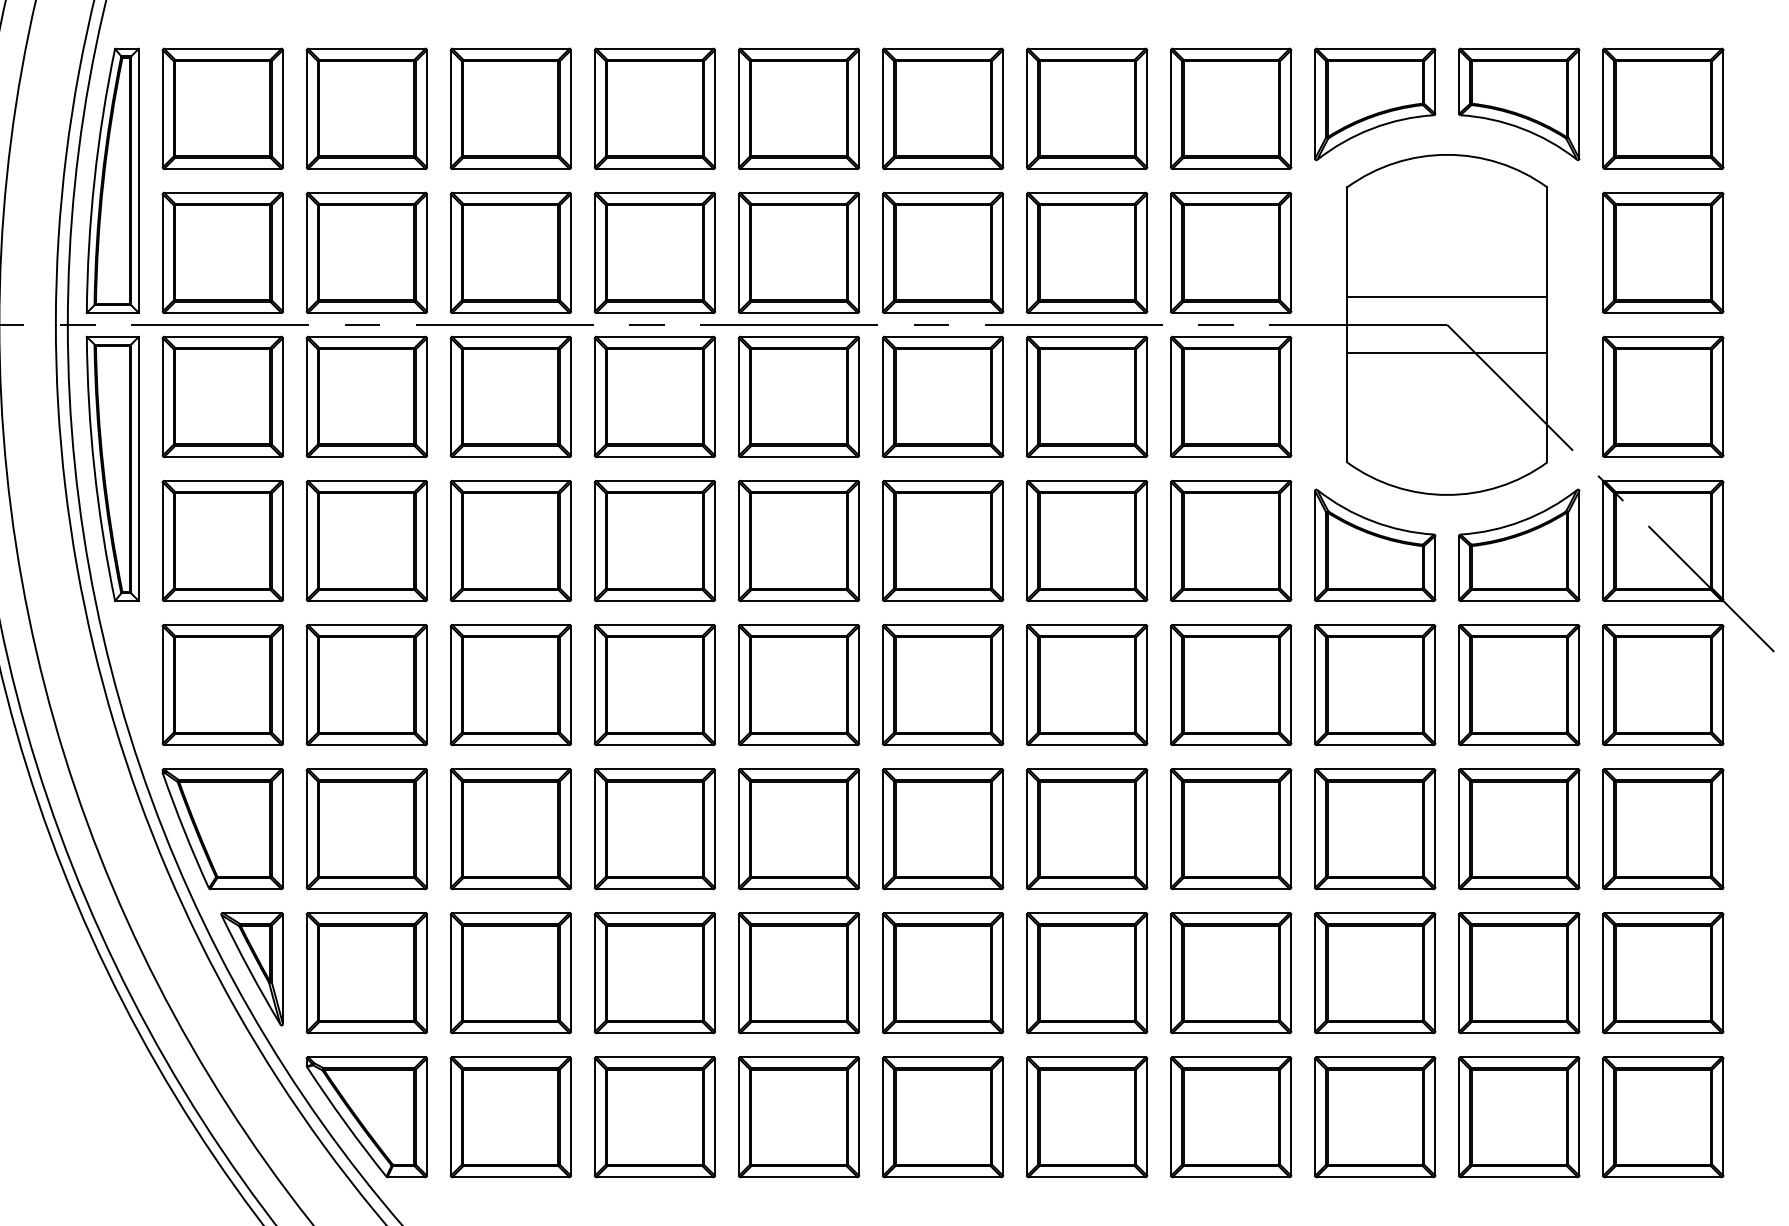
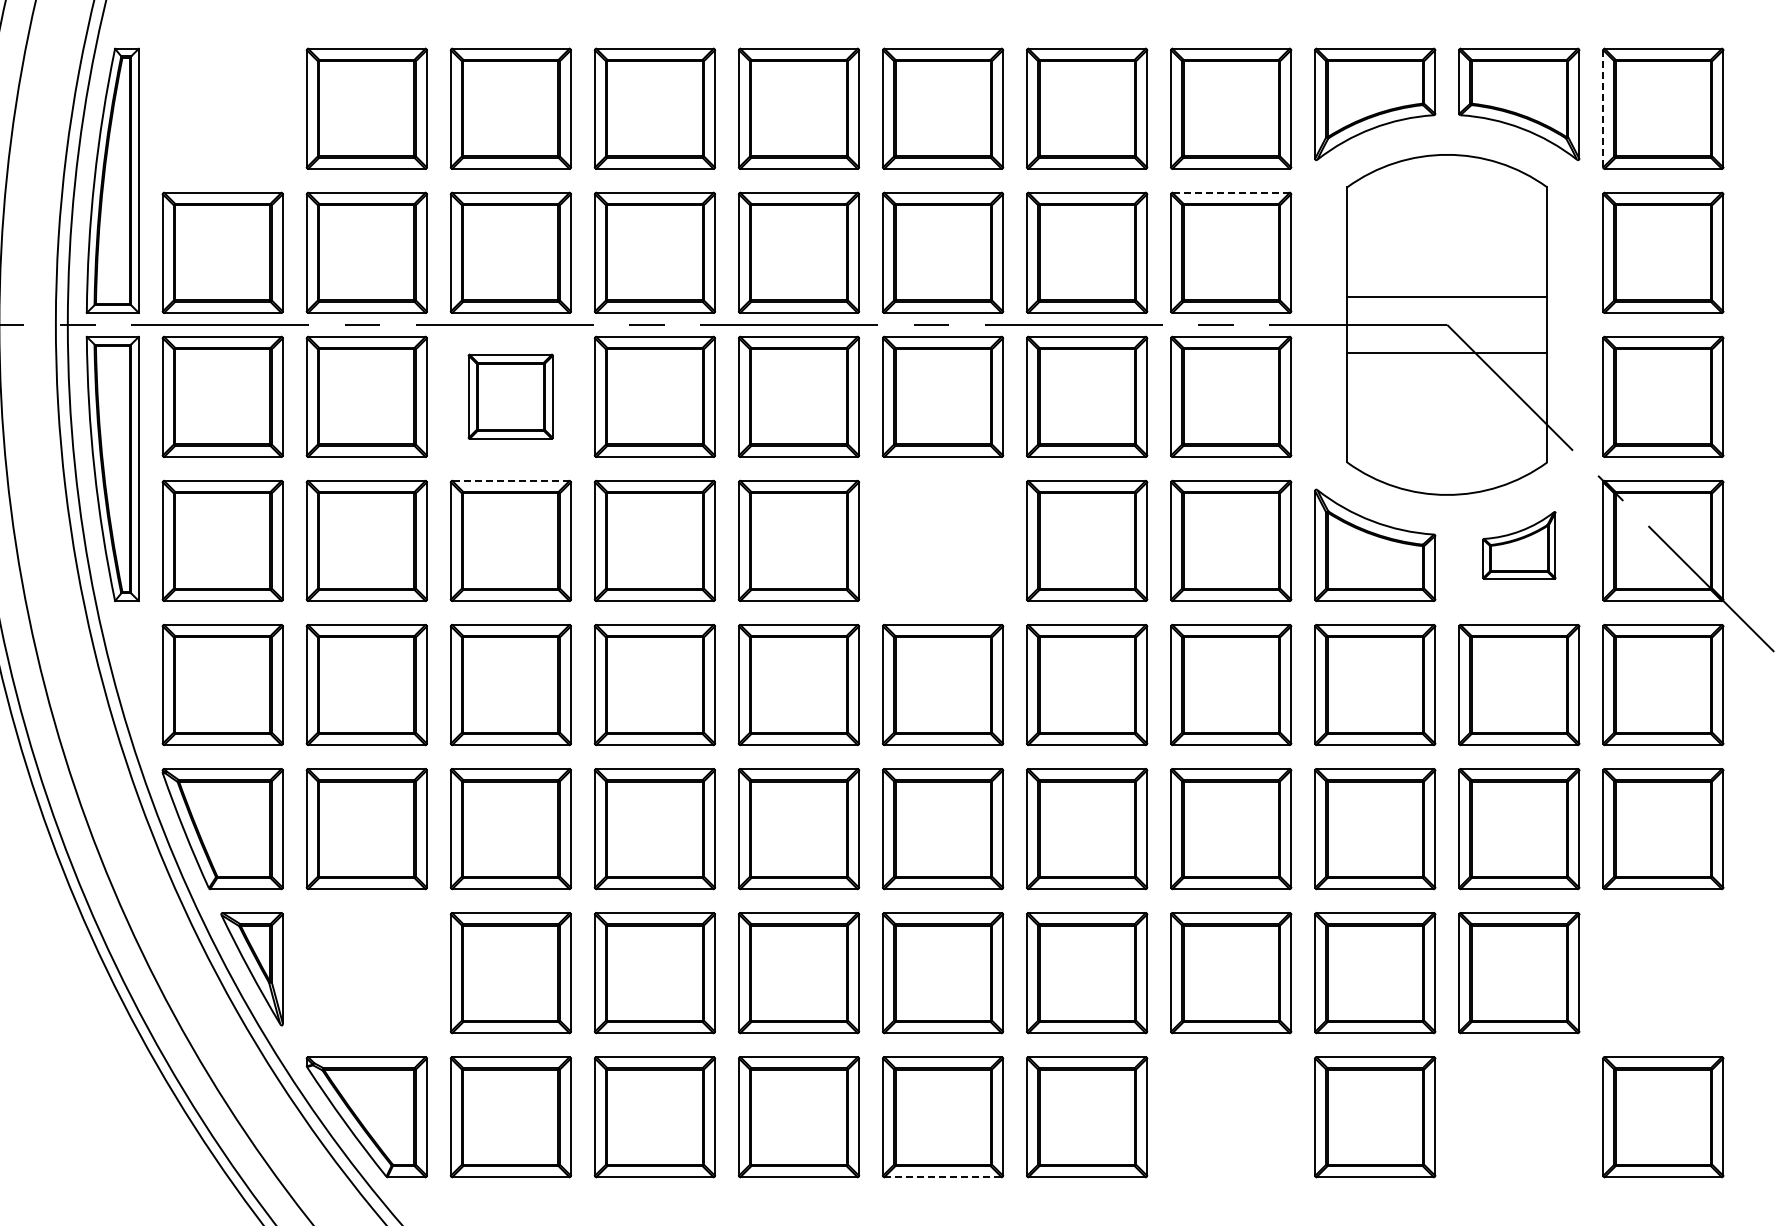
part at (222, 108): present -> none
line at (1603, 108): solid -> dashed
line at (1231, 192): solid -> dashed
part at (510, 396) size: 123x123 px -> 87x87 px
line at (510, 480): solid -> dashed
part at (943, 540): present -> none
part at (1519, 545) size: 123x115 px -> 75x69 px
part at (366, 973): present -> none
part at (1663, 973): present -> none
part at (1231, 1117): present -> none
part at (1519, 1117): present -> none
line at (943, 1177): solid -> dashed
